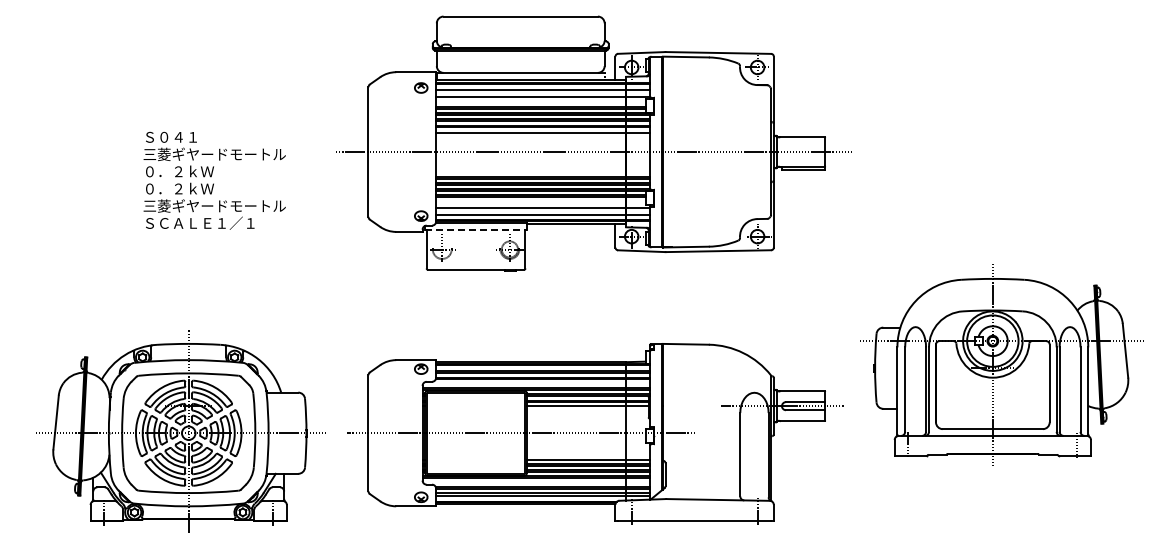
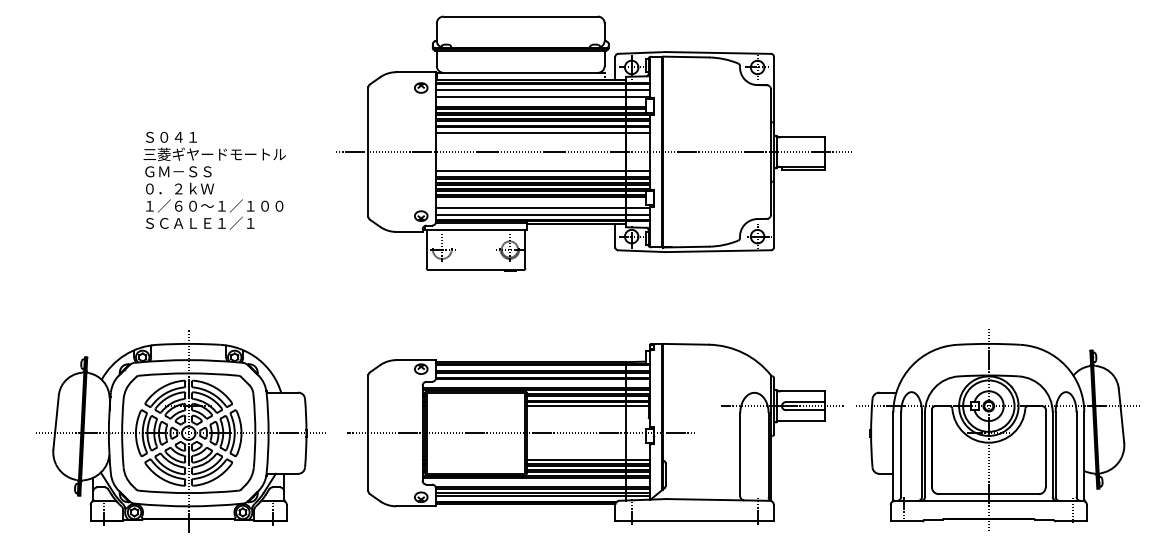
text at (179, 171): ０．２ｋＷ -> ＧＭ－ＳＳ
line at (542, 171): none -> present
text at (214, 205): 三菱ギヤードモートル -> １／６０～１／１００
line at (476, 229): dashed -> solid
part at (1001, 364) position: (1001, 364) -> (997, 429)
